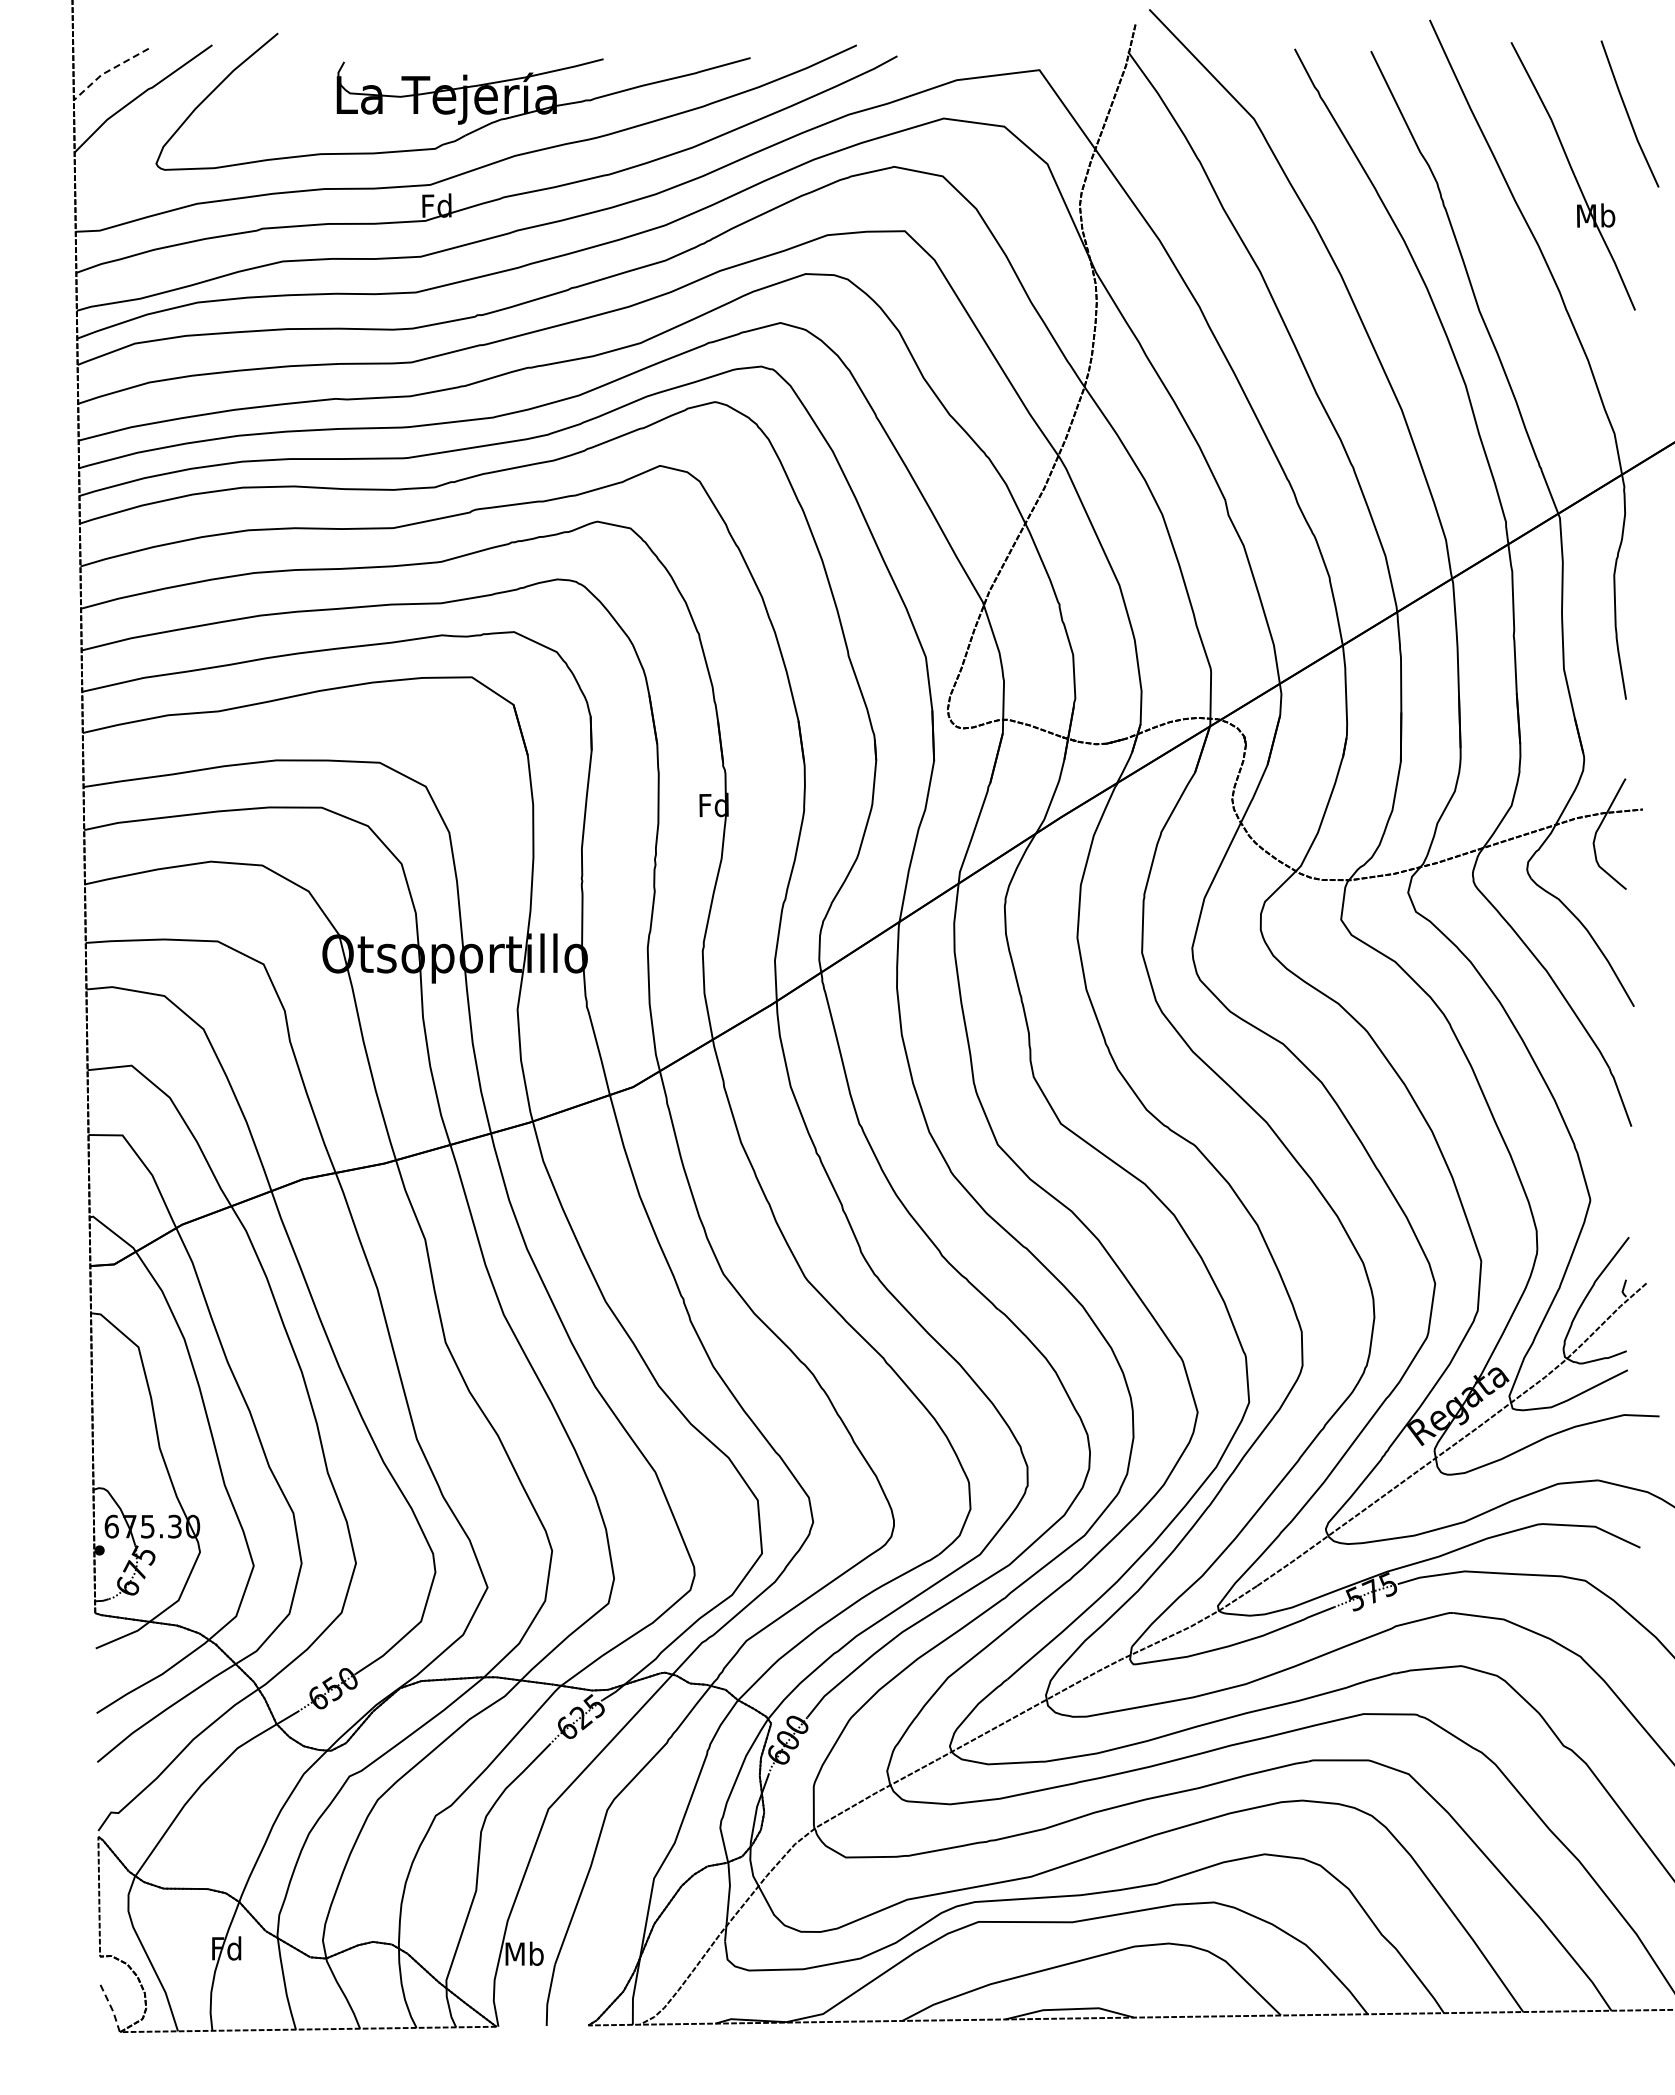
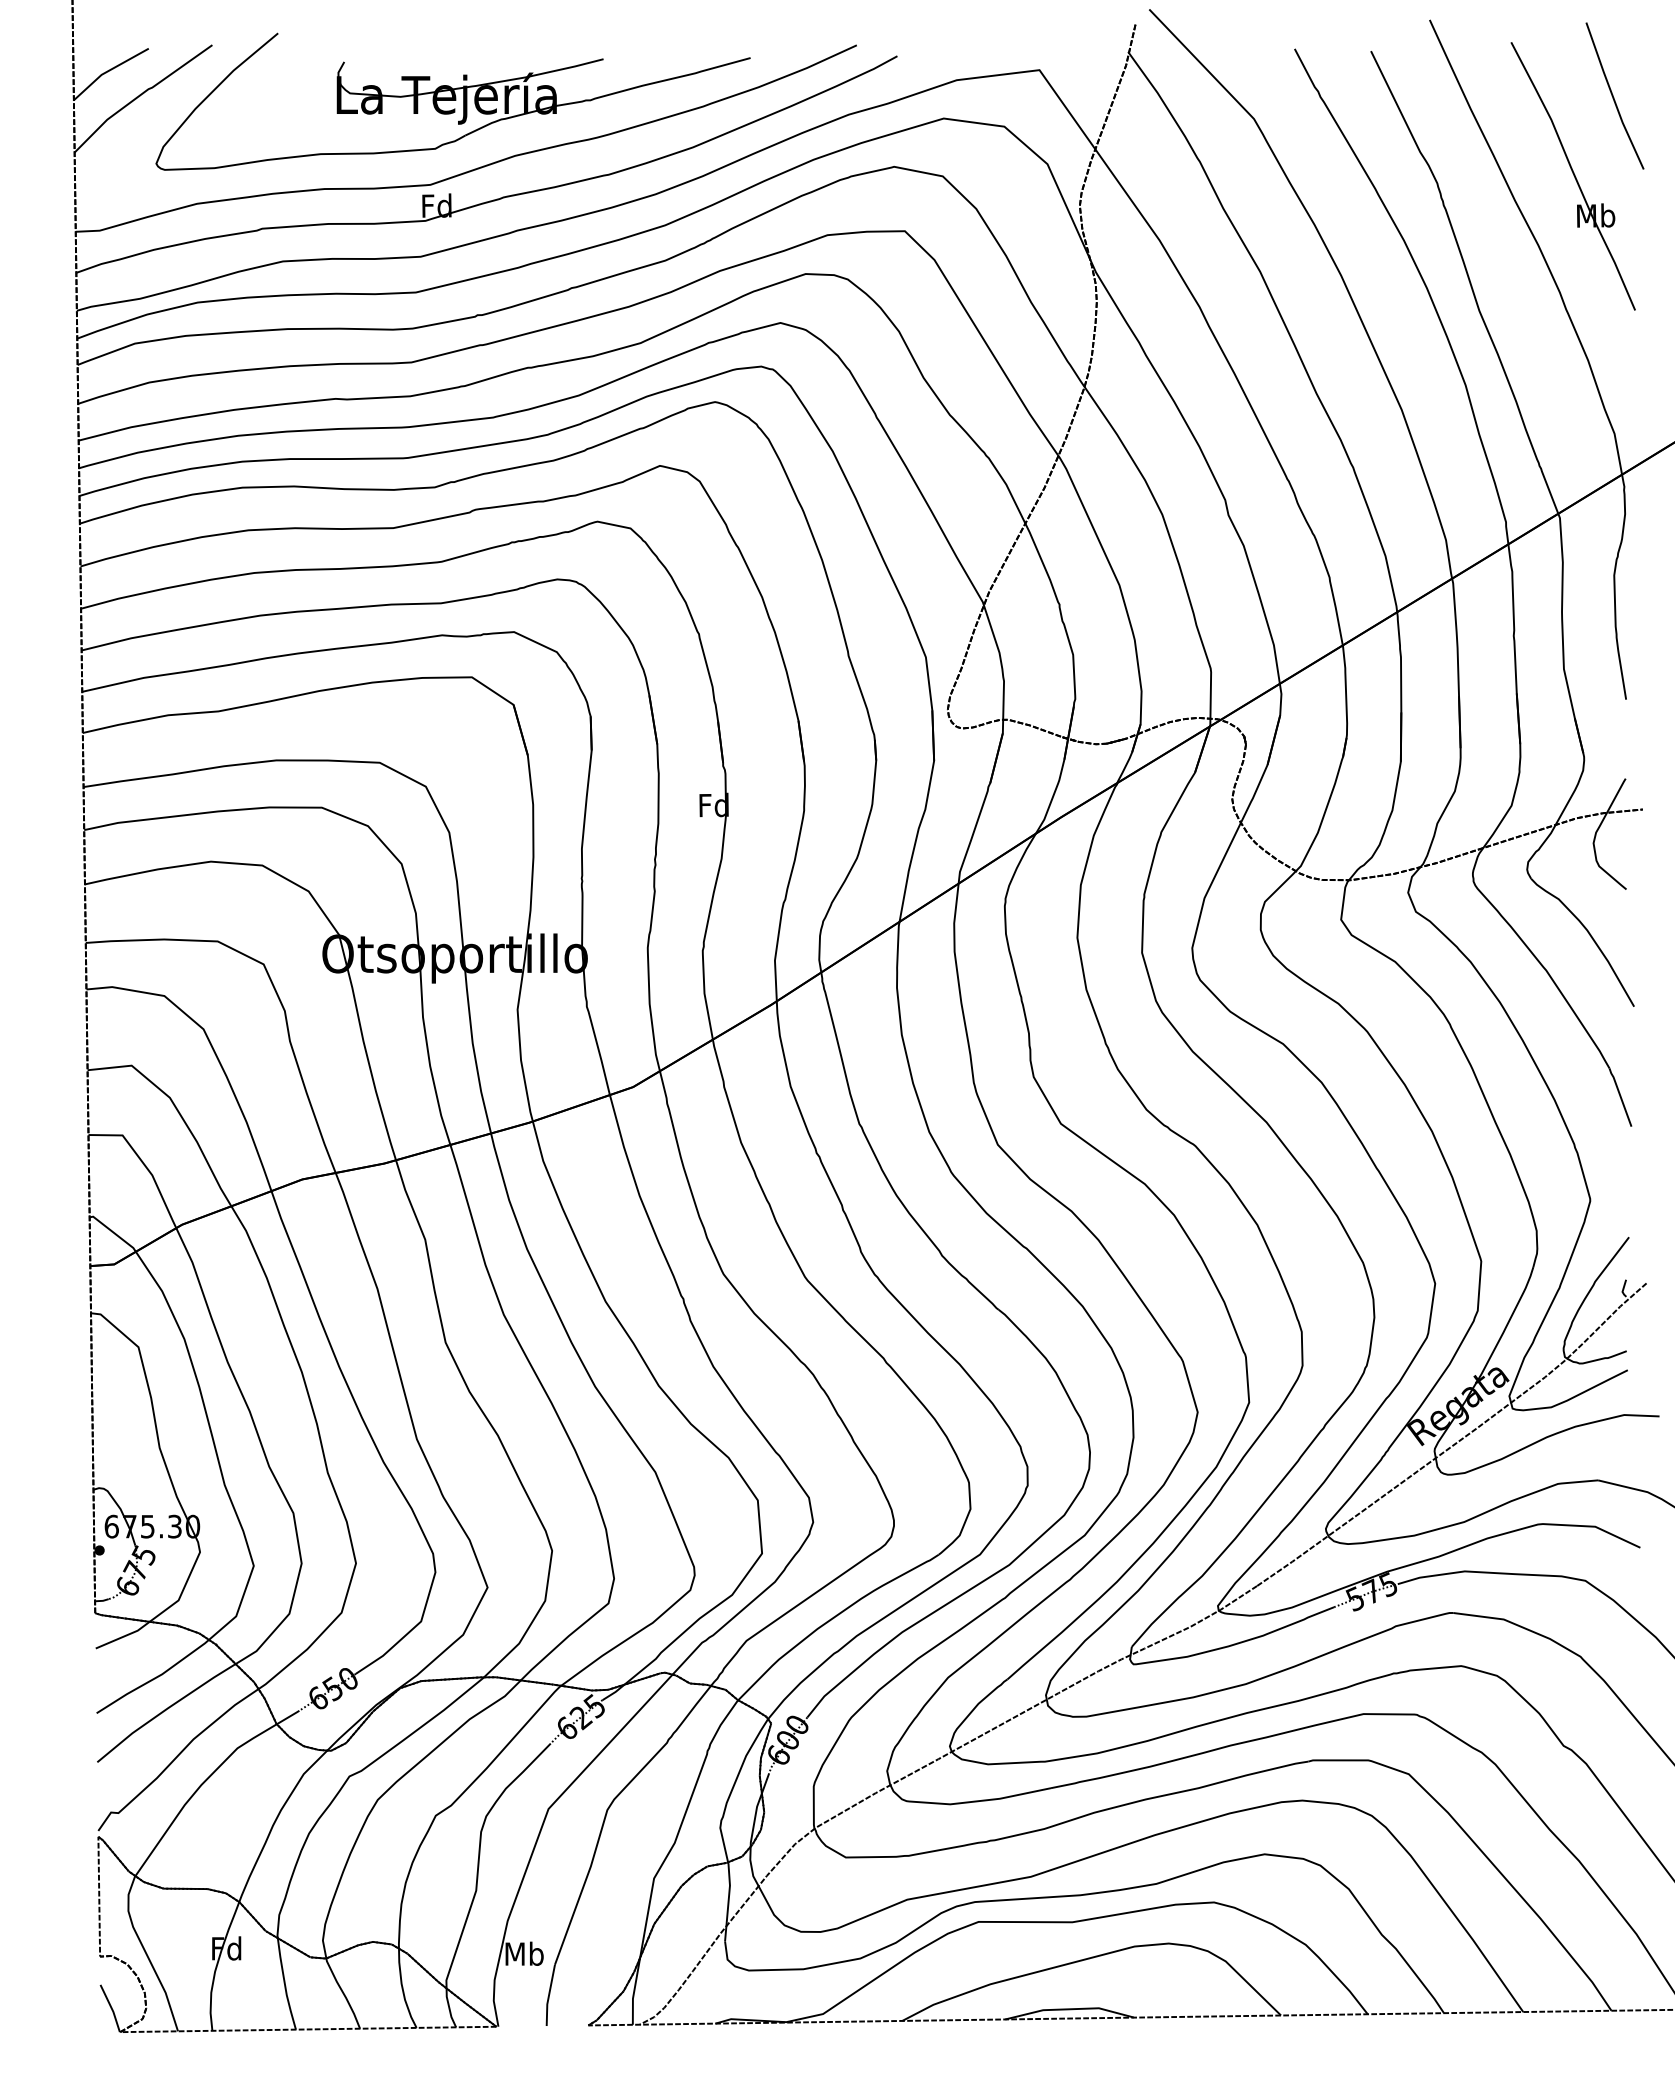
line at (107, 71): dashed -> solid
line at (1628, 113) position: (1628, 113) -> (1613, 95)
line at (111, 2008): dashed -> solid
